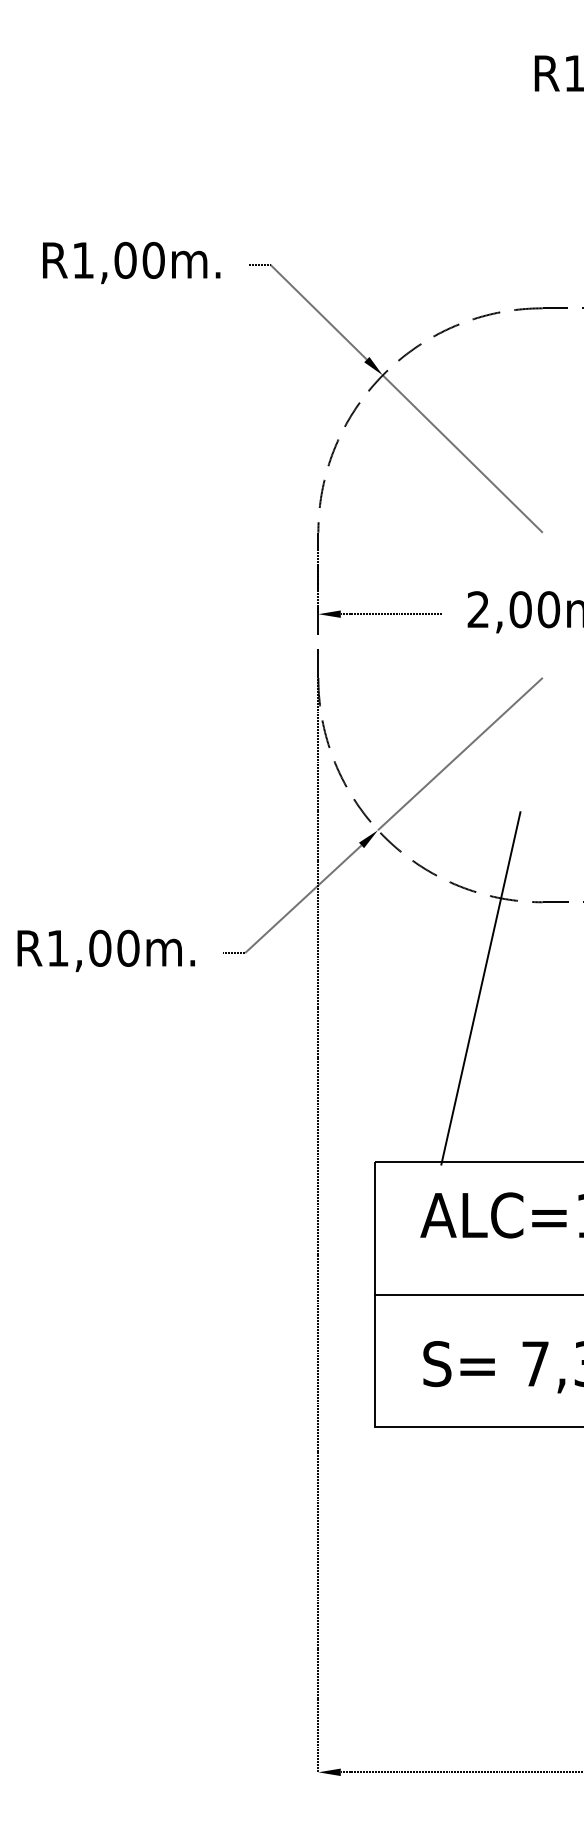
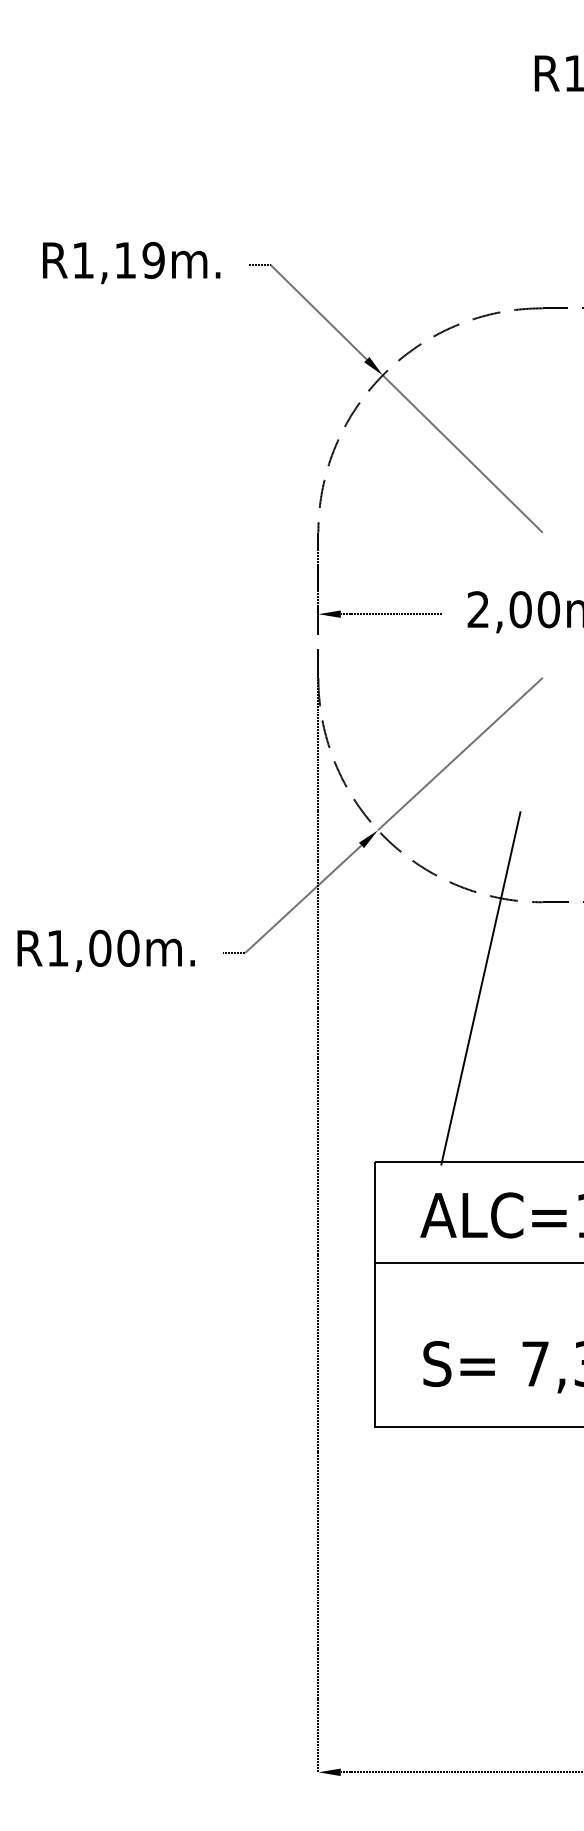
text at (139, 259): R1,00m. -> R1,19m.
line at (477, 1294) position: (477, 1294) -> (477, 1262)
